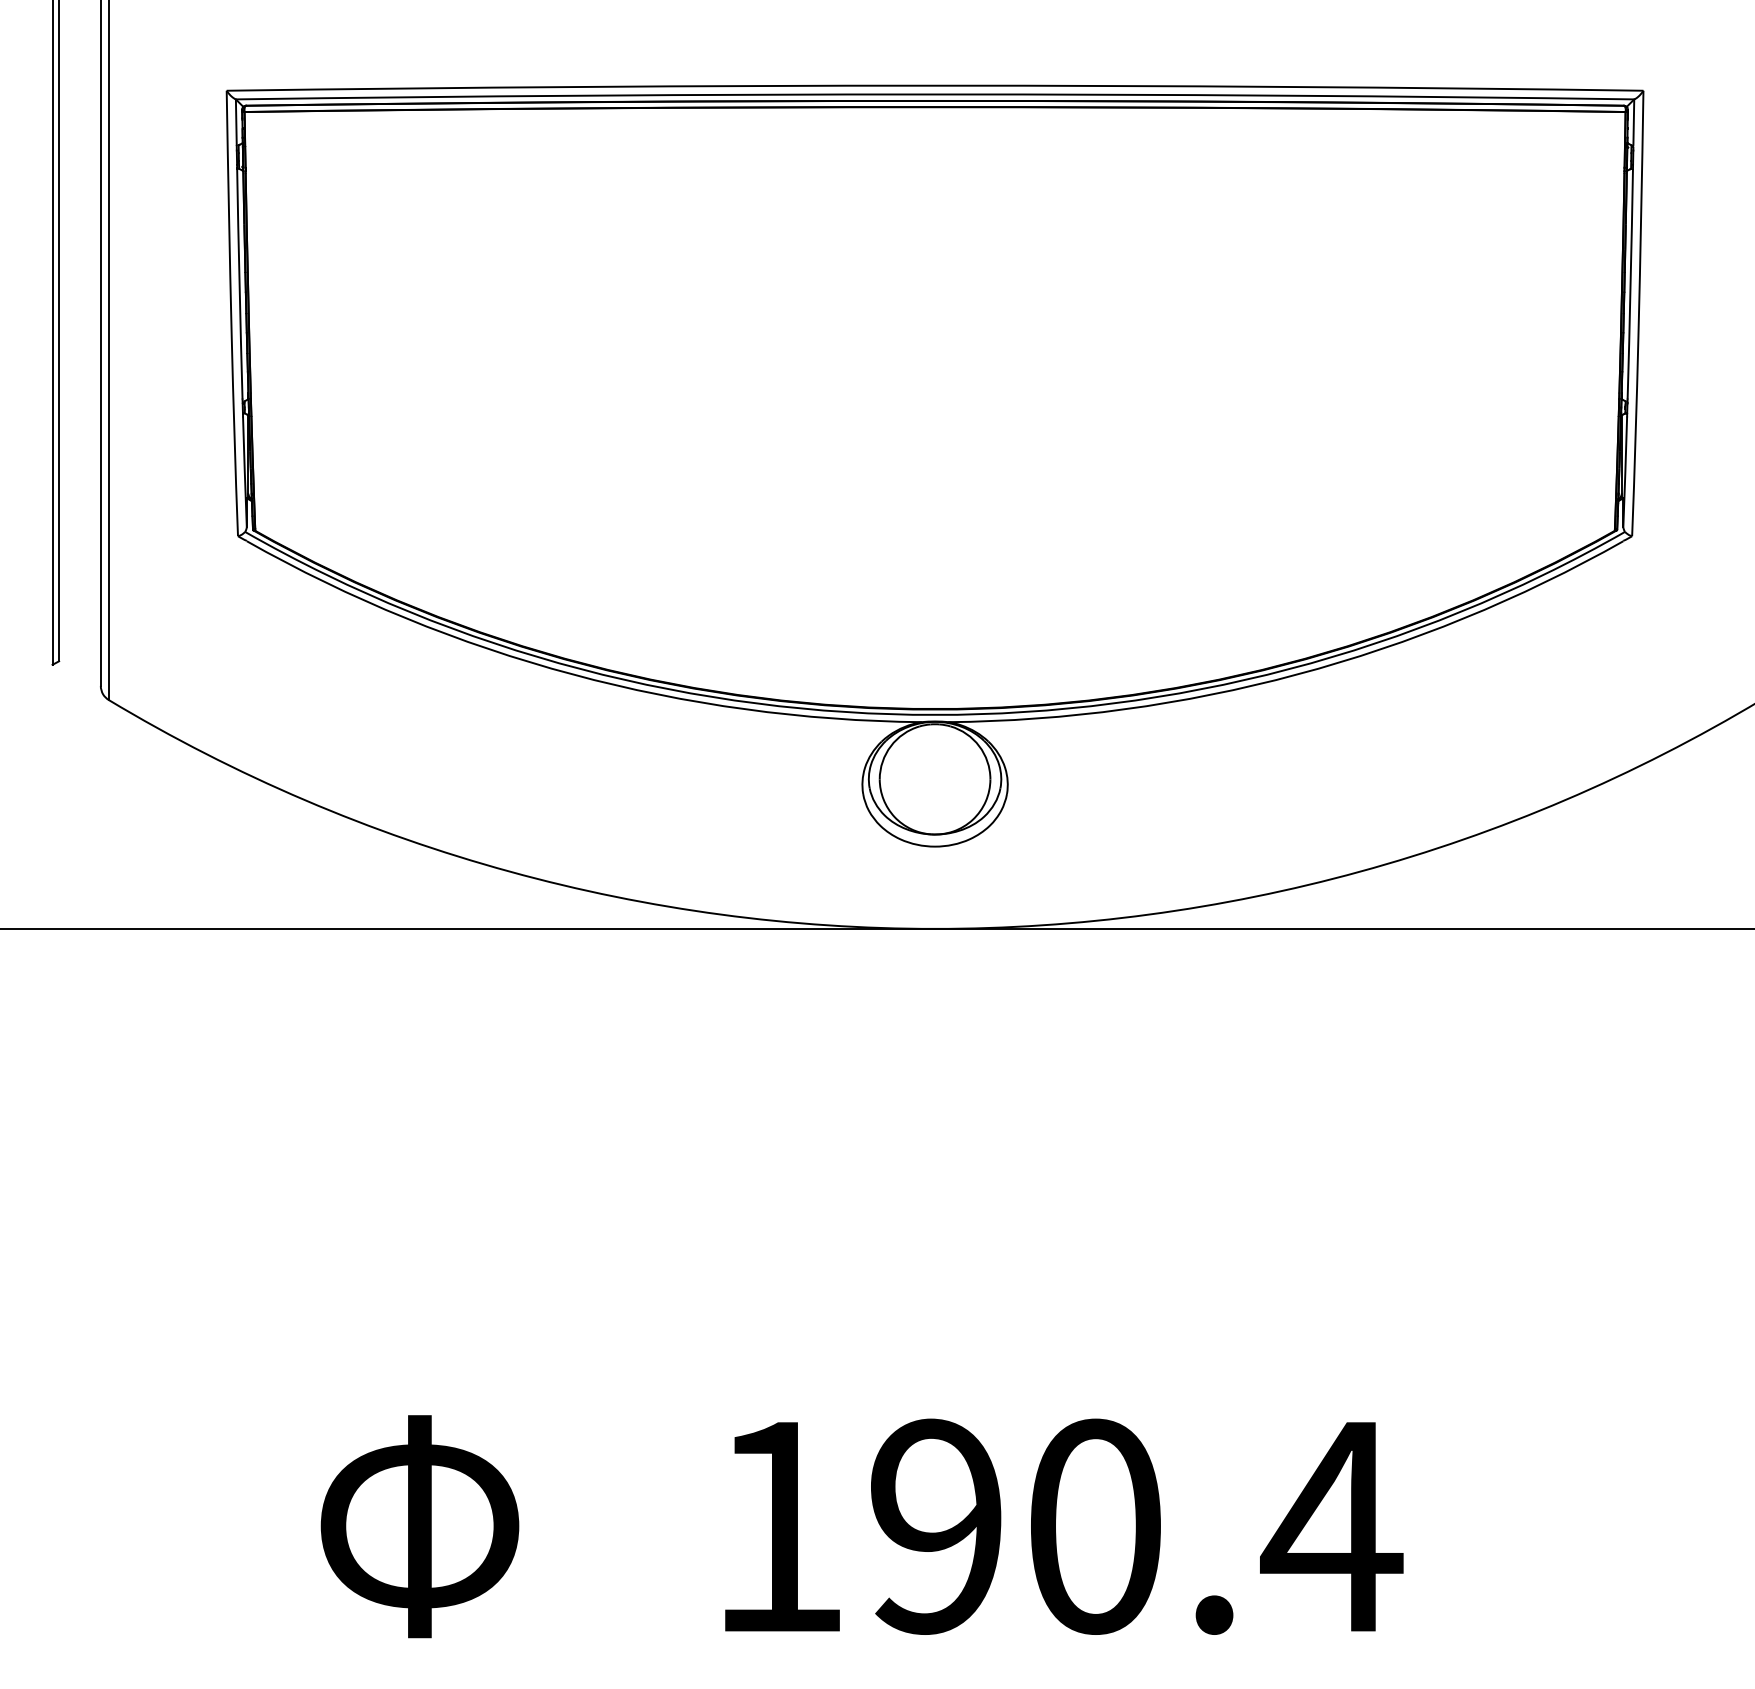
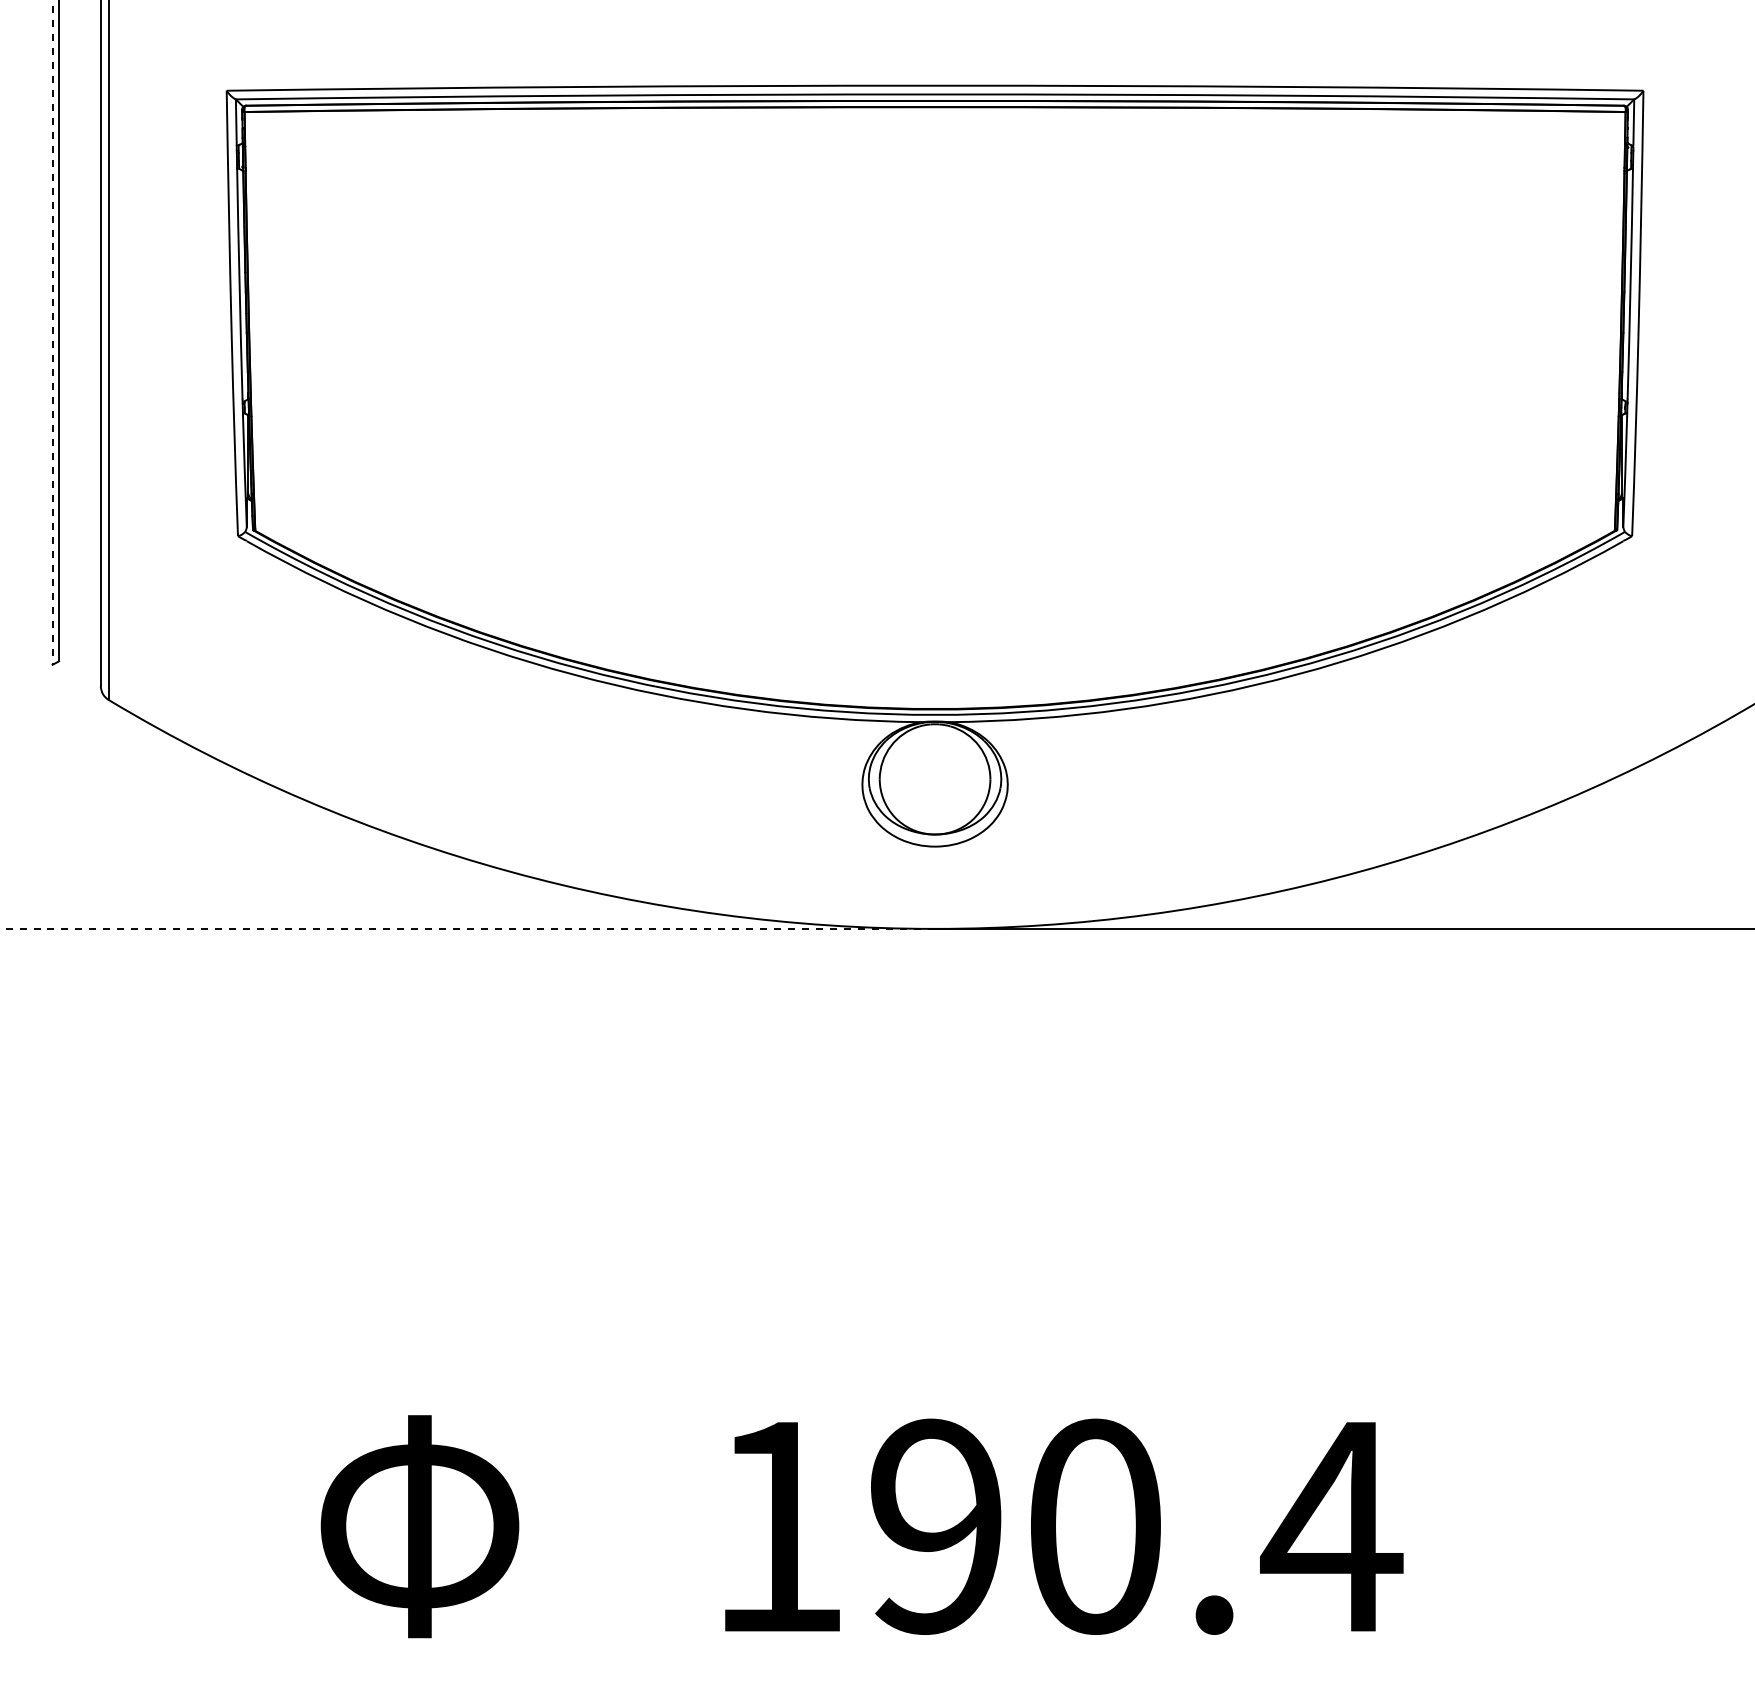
line at (52, 332): solid -> dashed
line at (467, 928): solid -> dashed
